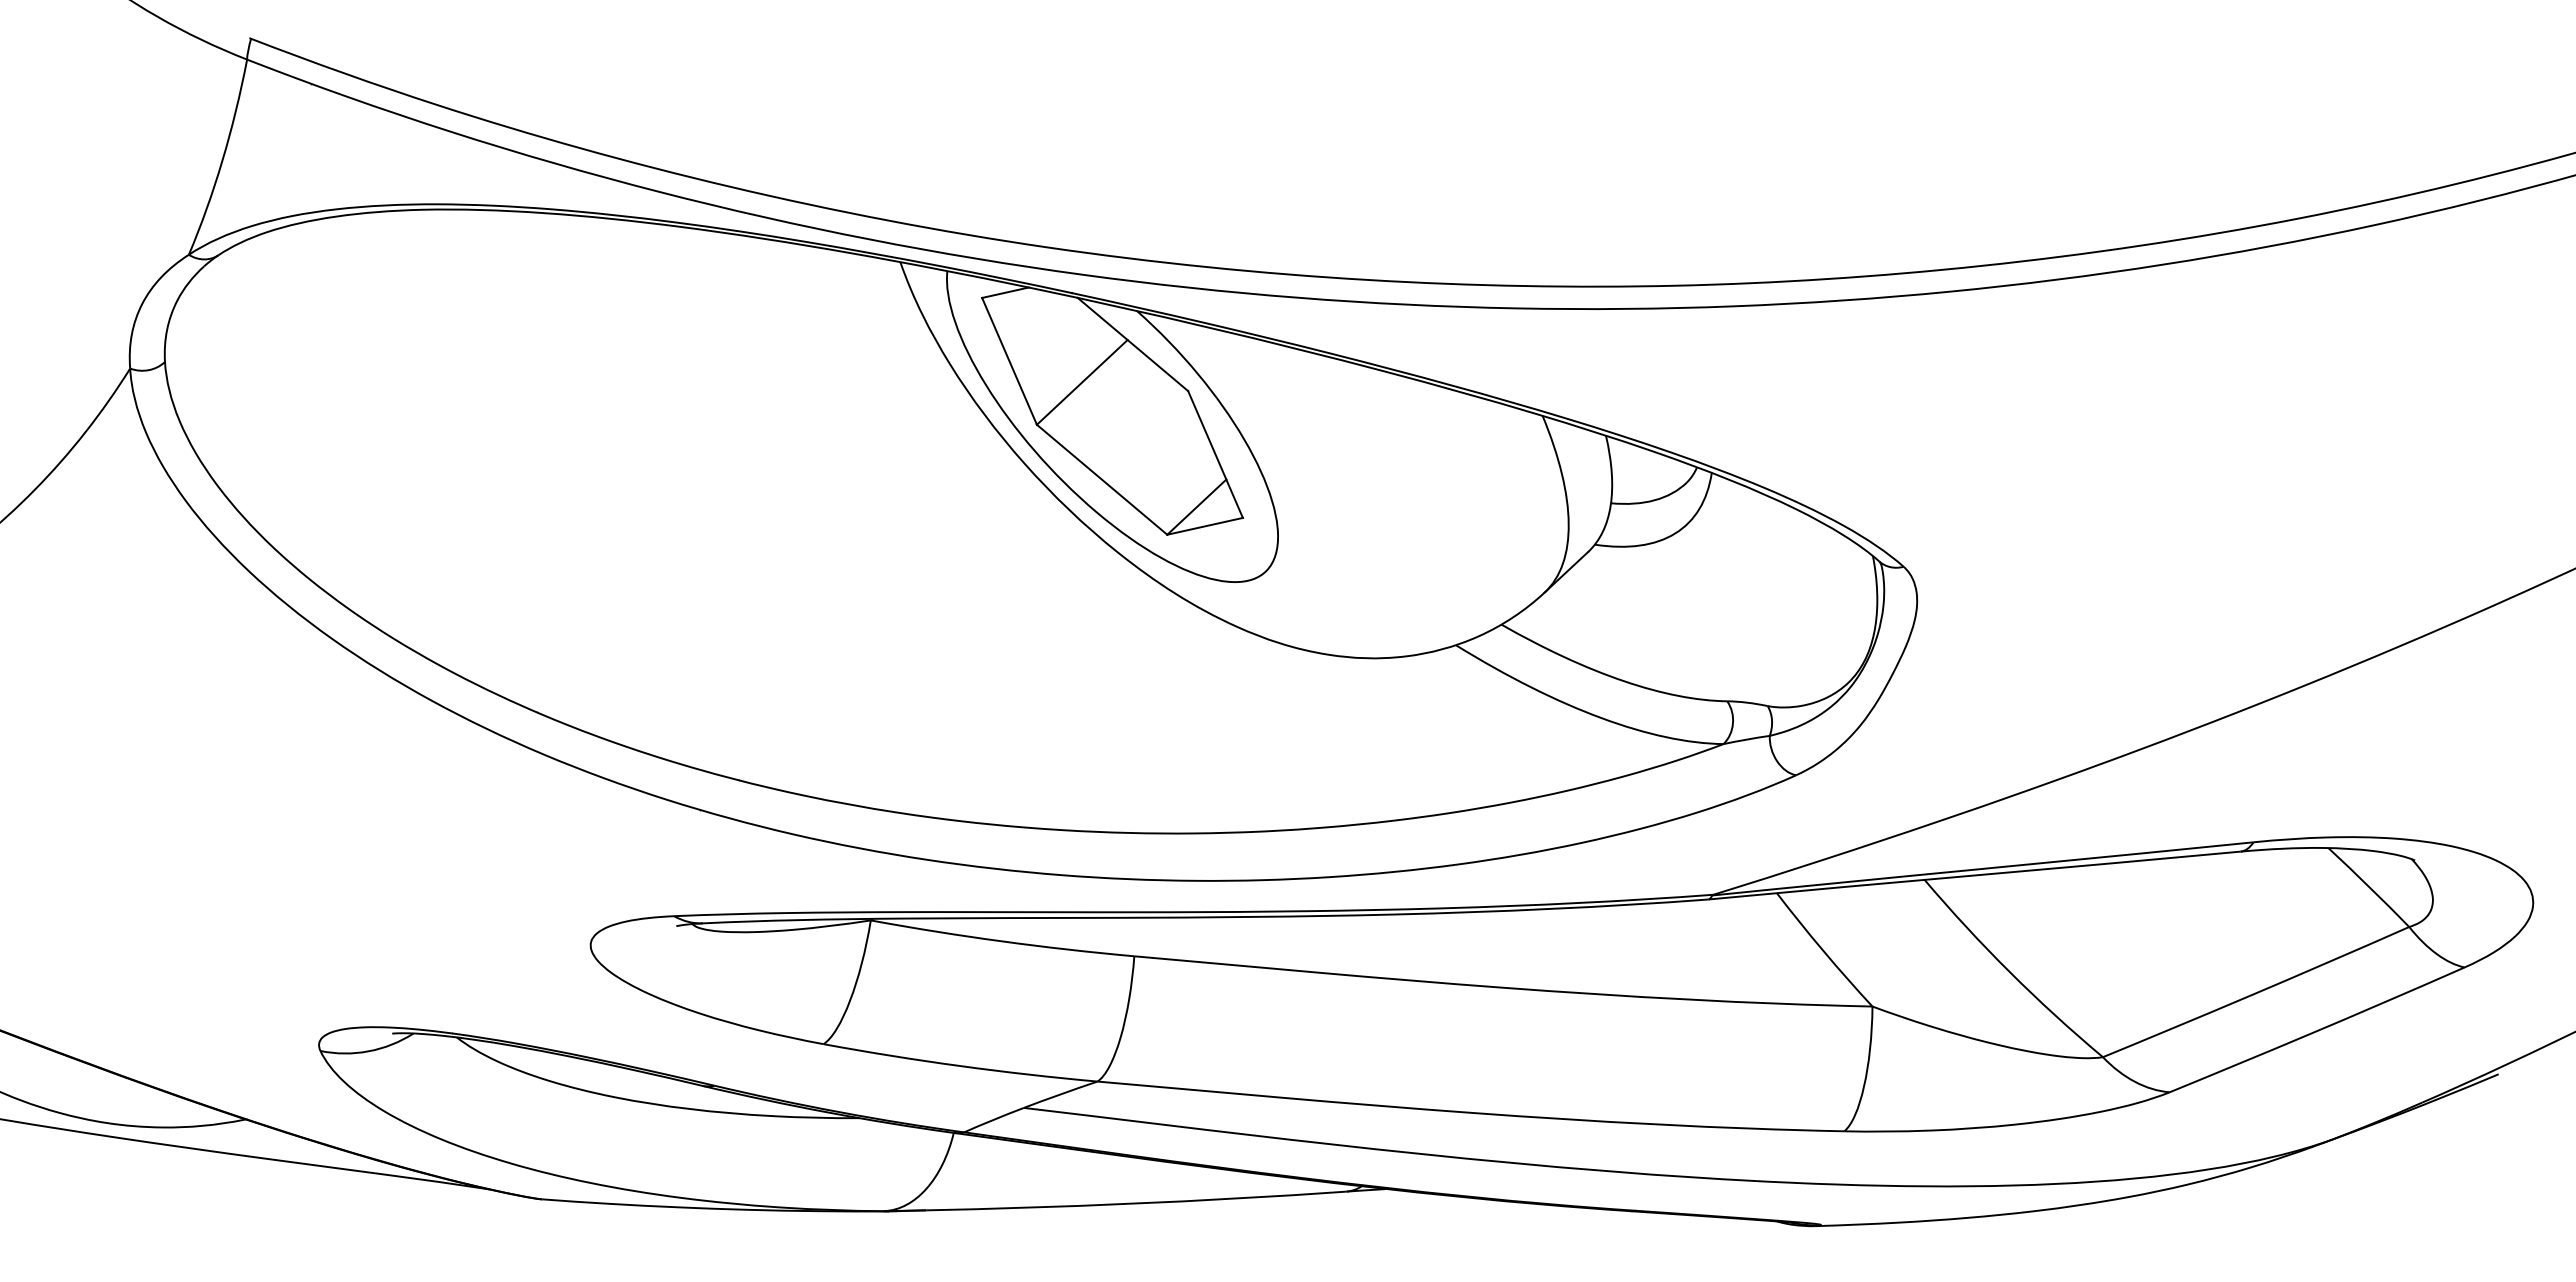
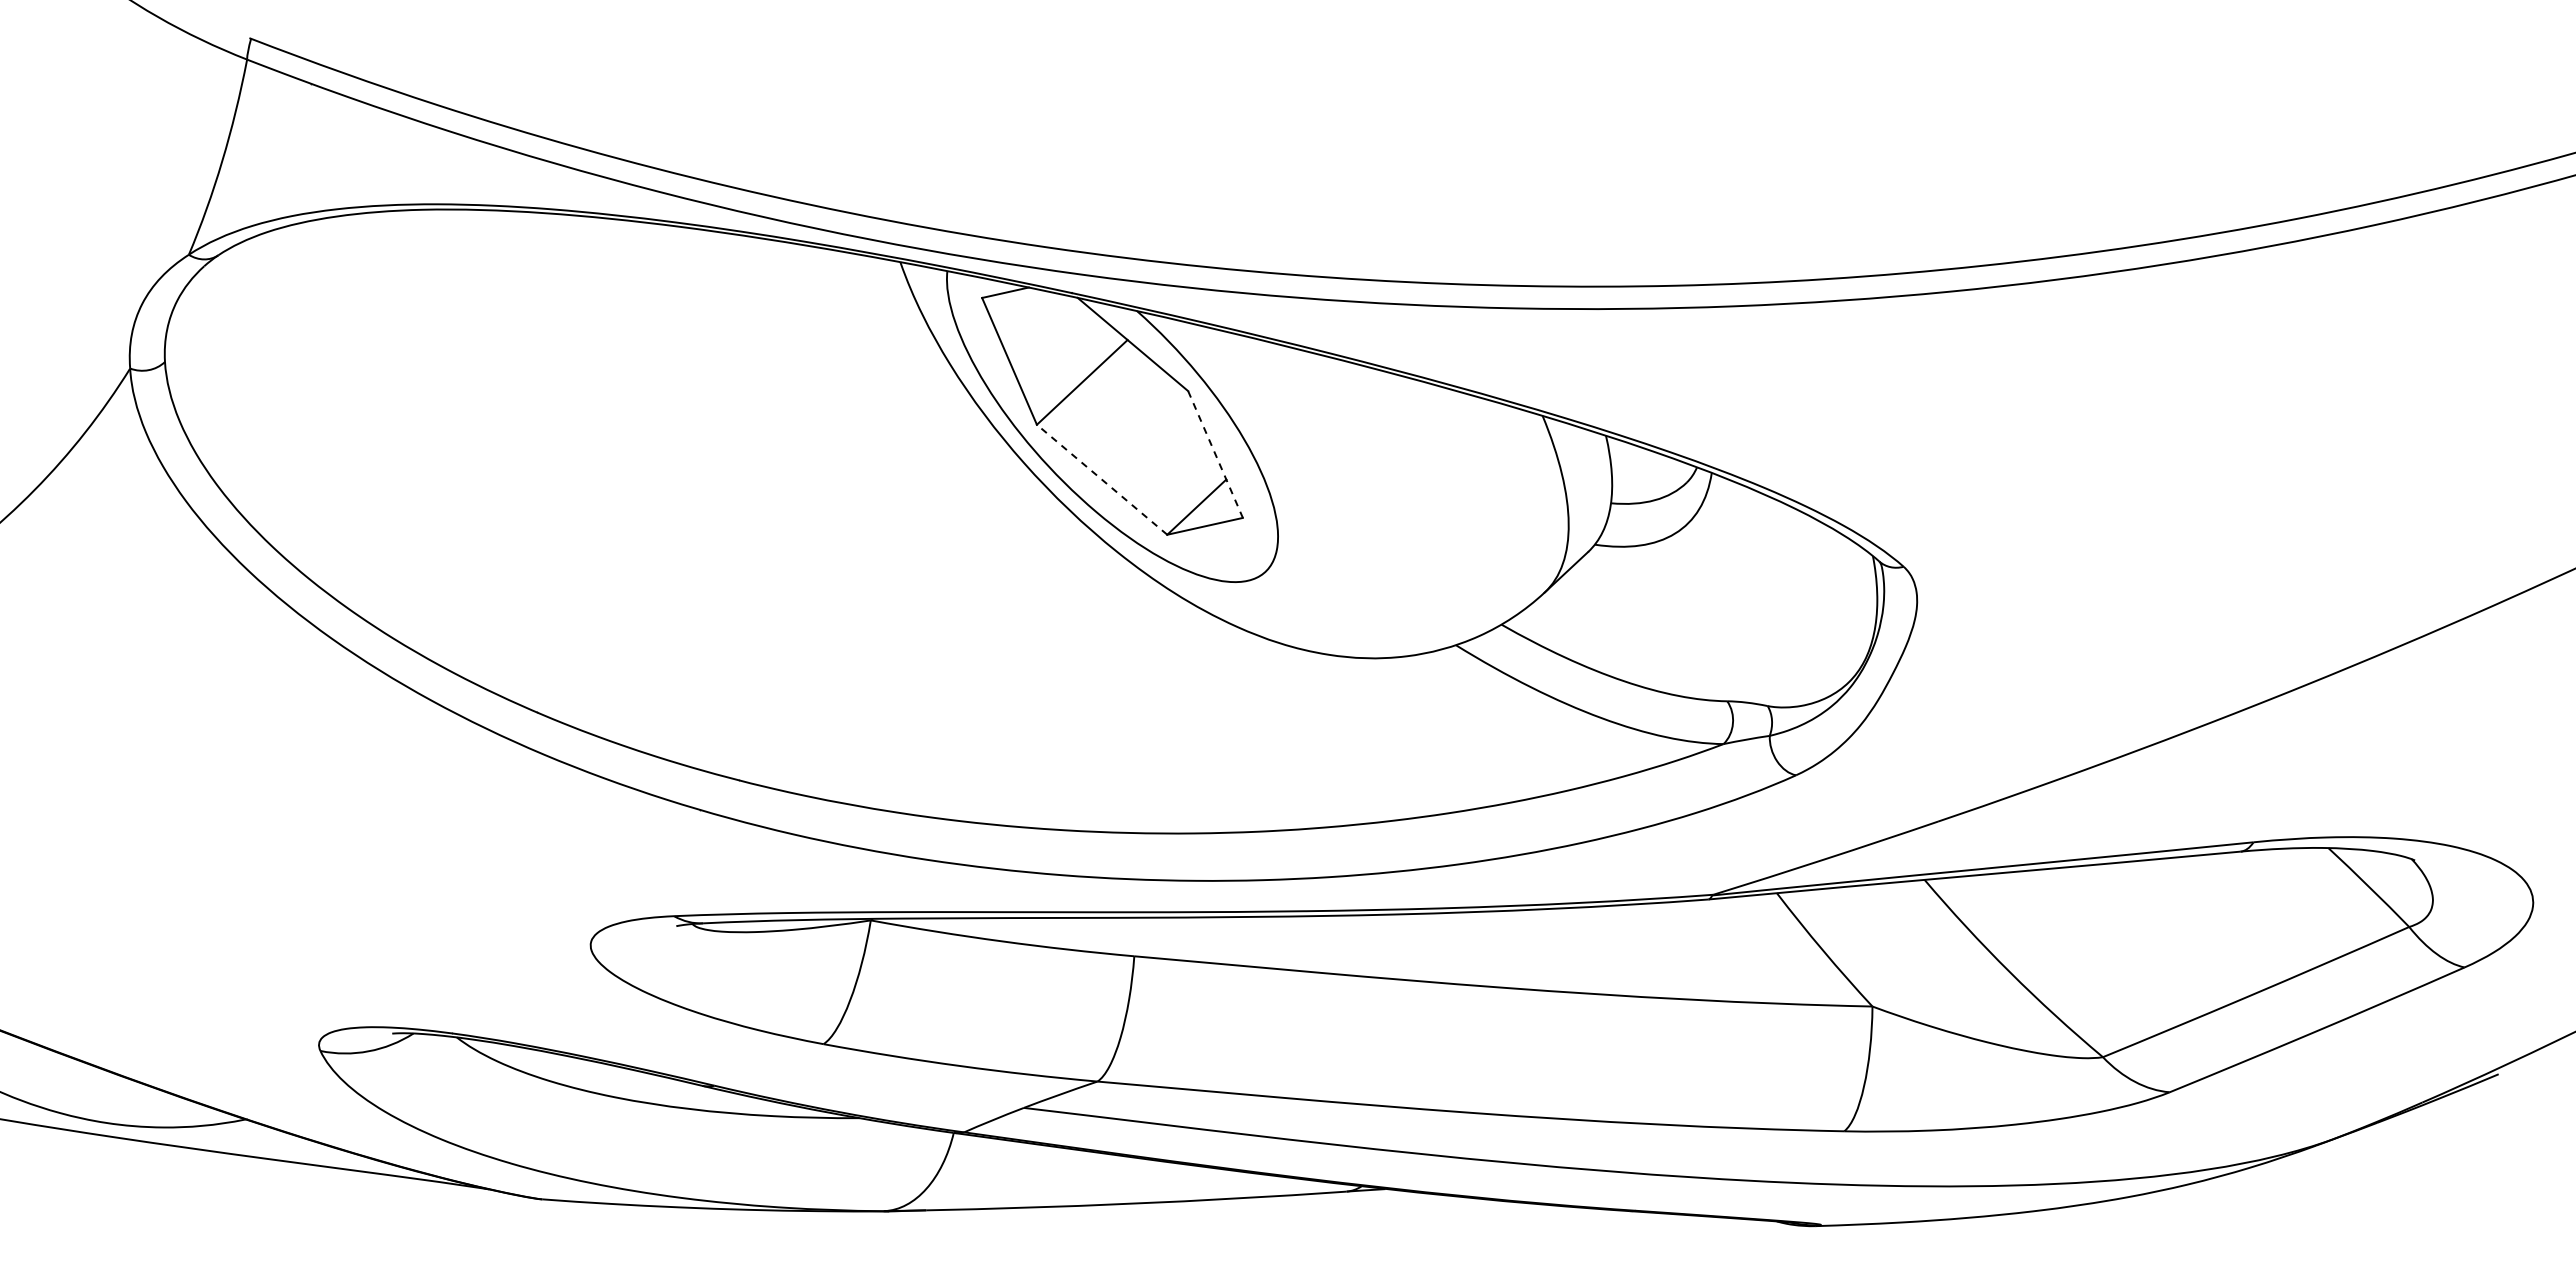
line at (1215, 454): solid -> dashed
line at (1101, 479): solid -> dashed
